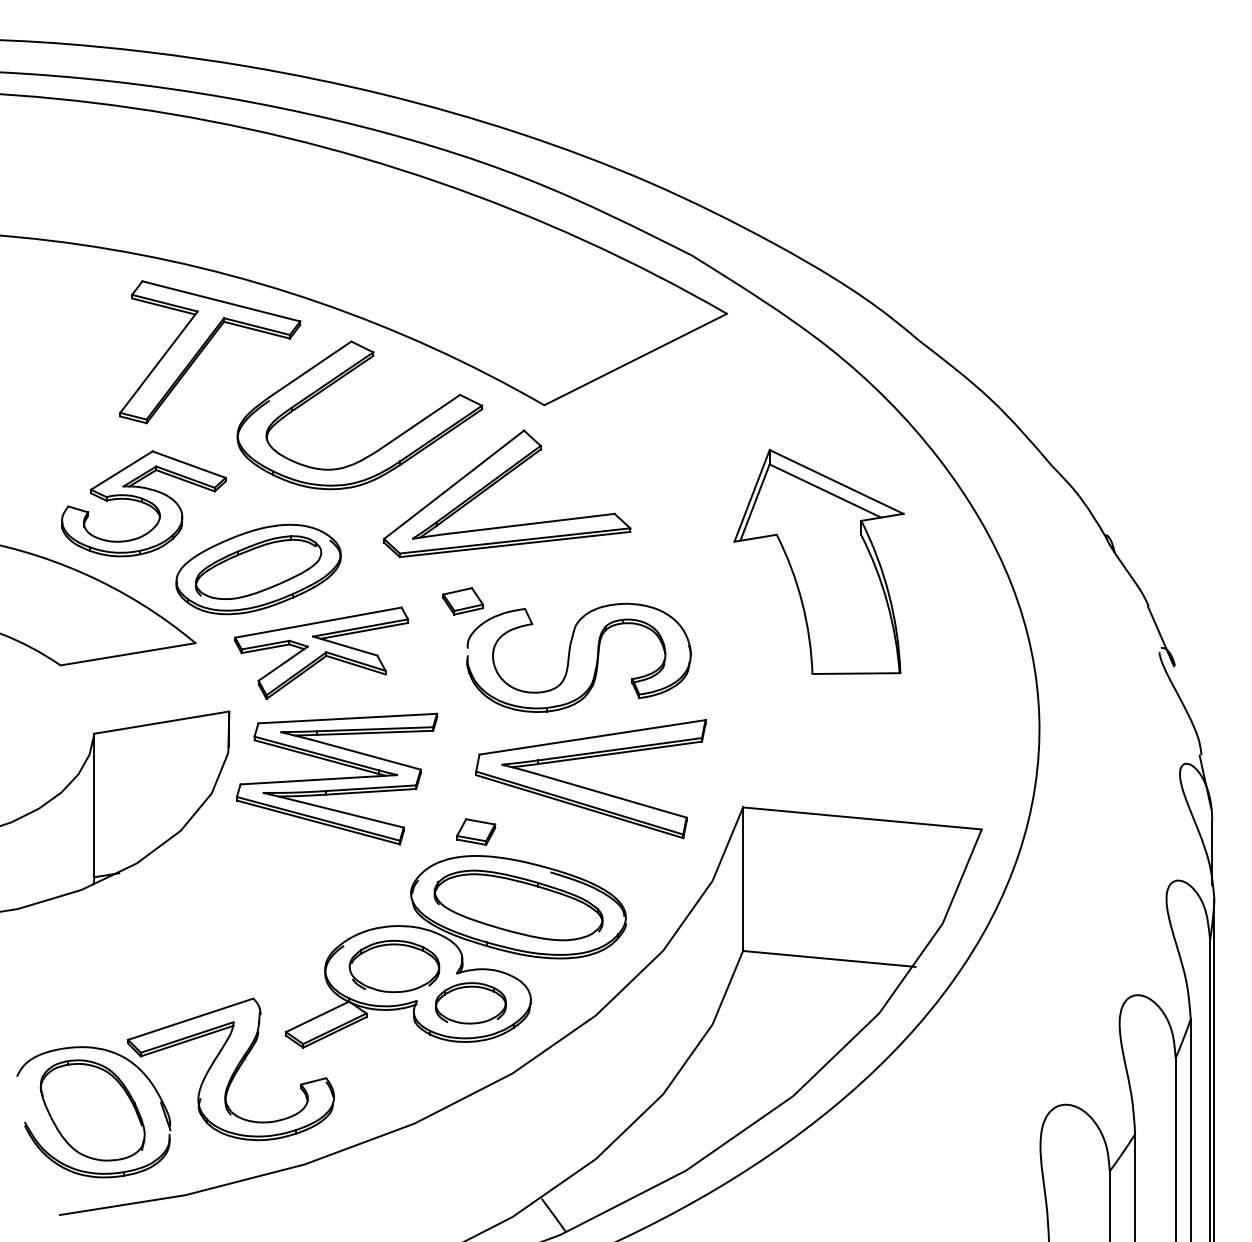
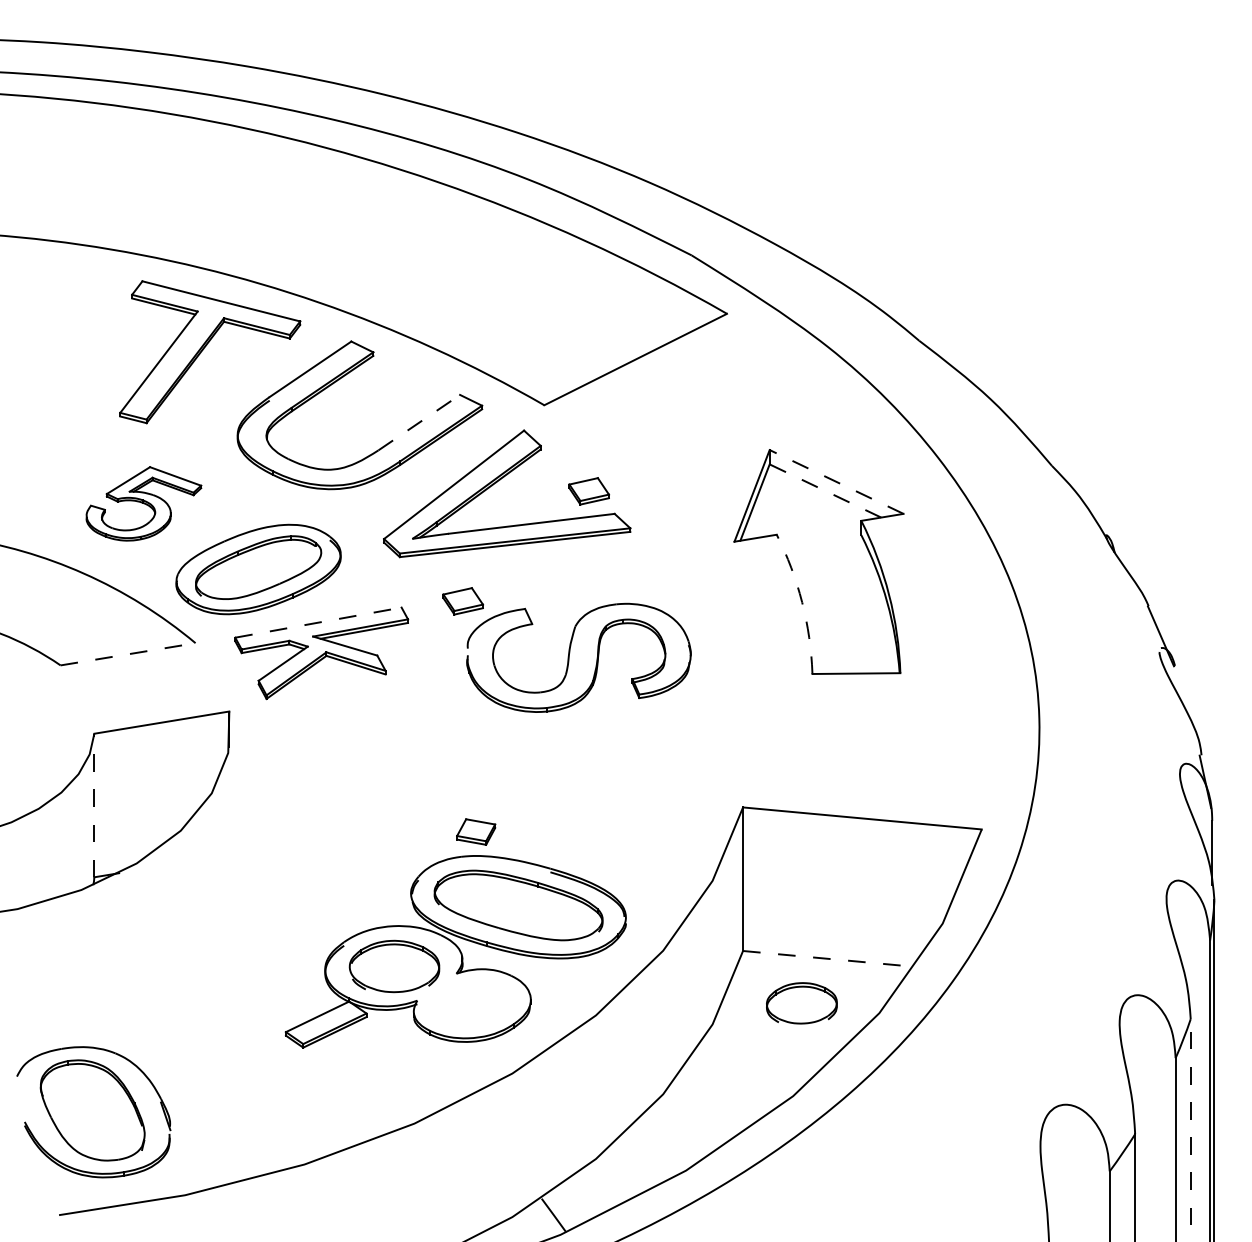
line at (419, 422): solid -> dashed
line at (836, 481): solid -> dashed
line at (825, 490): solid -> dashed
part at (588, 491): none -> present
part at (143, 503) size: 166x108 px -> 118x76 px
arc at (802, 602): solid -> dashed
line at (318, 622): solid -> dashed
line at (128, 654): solid -> dashed
part at (336, 778): present -> none
part at (587, 787): present -> none
line at (94, 805): solid -> dashed
line at (829, 958): solid -> dashed
part at (470, 1003) position: (470, 1003) -> (801, 1003)
part at (230, 1069): present -> none
line at (1190, 1130): solid -> dashed
